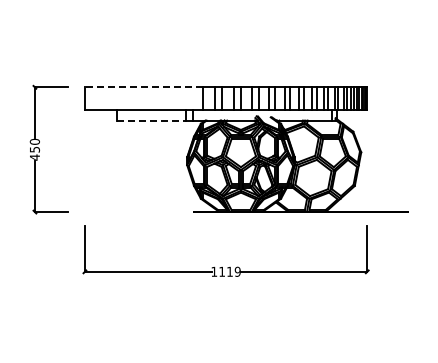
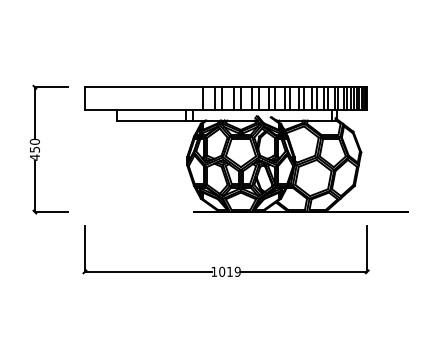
line at (143, 87): dashed -> solid
line at (151, 120): dashed -> solid
text at (222, 271): 1119 -> 1019
